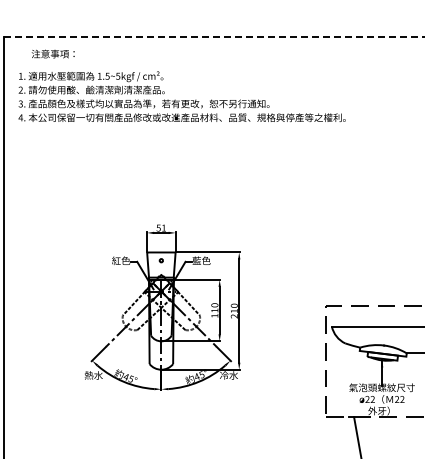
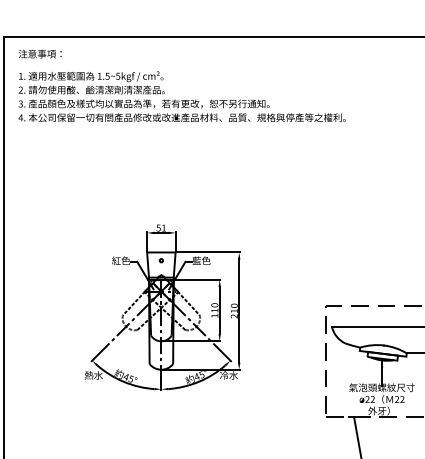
line at (215, 36): dashed -> solid
text at (52, 53) position: (52, 53) -> (39, 53)
